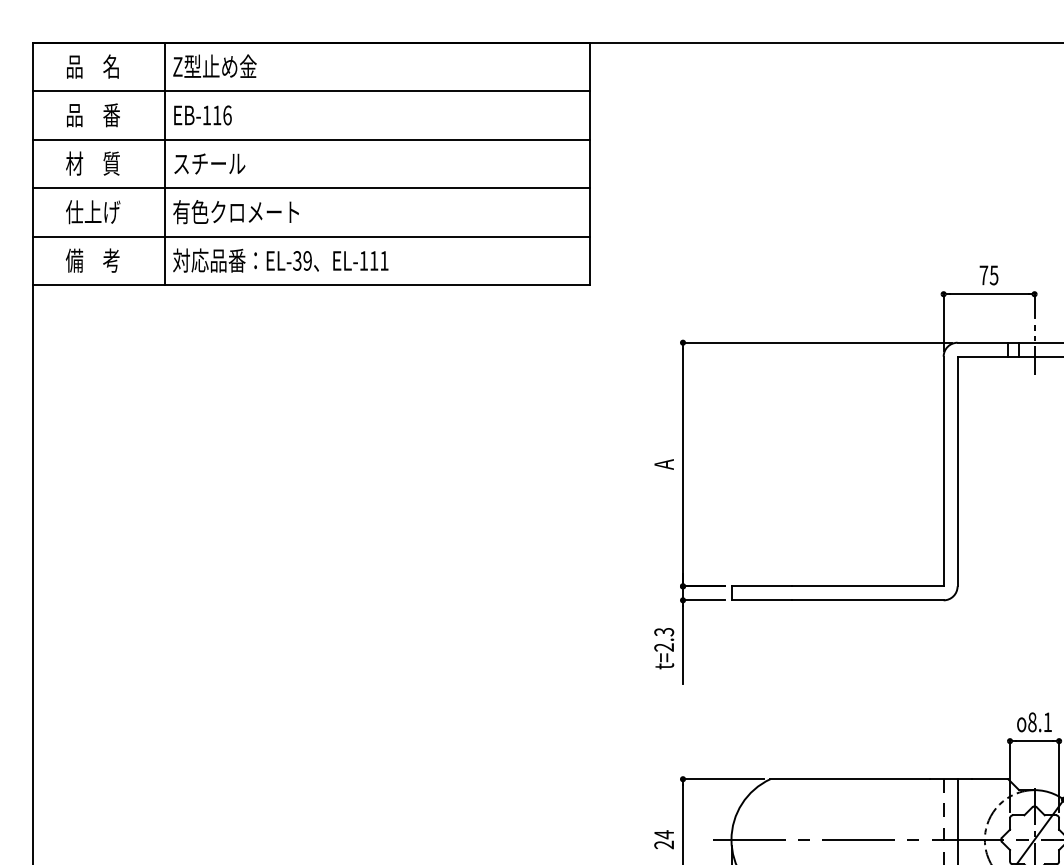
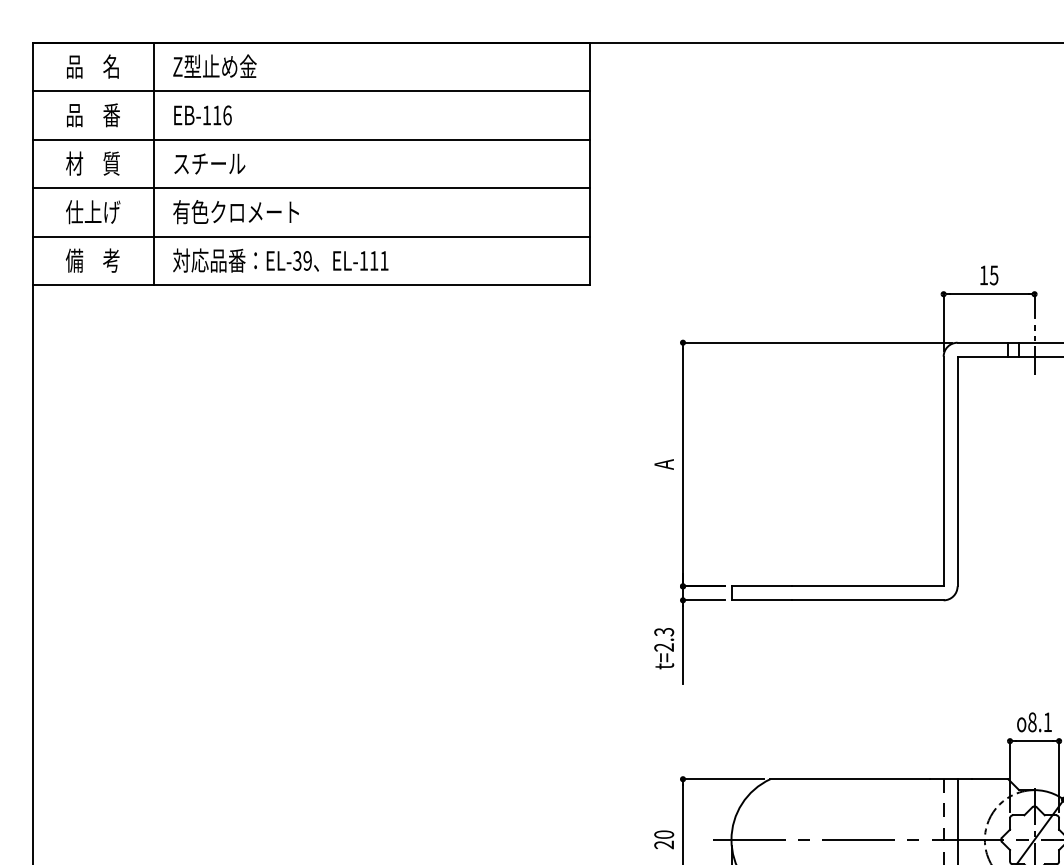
line at (164, 163) position: (164, 163) -> (153, 163)
text at (983, 275): 75 -> 15
text at (664, 834): 24 -> 20
